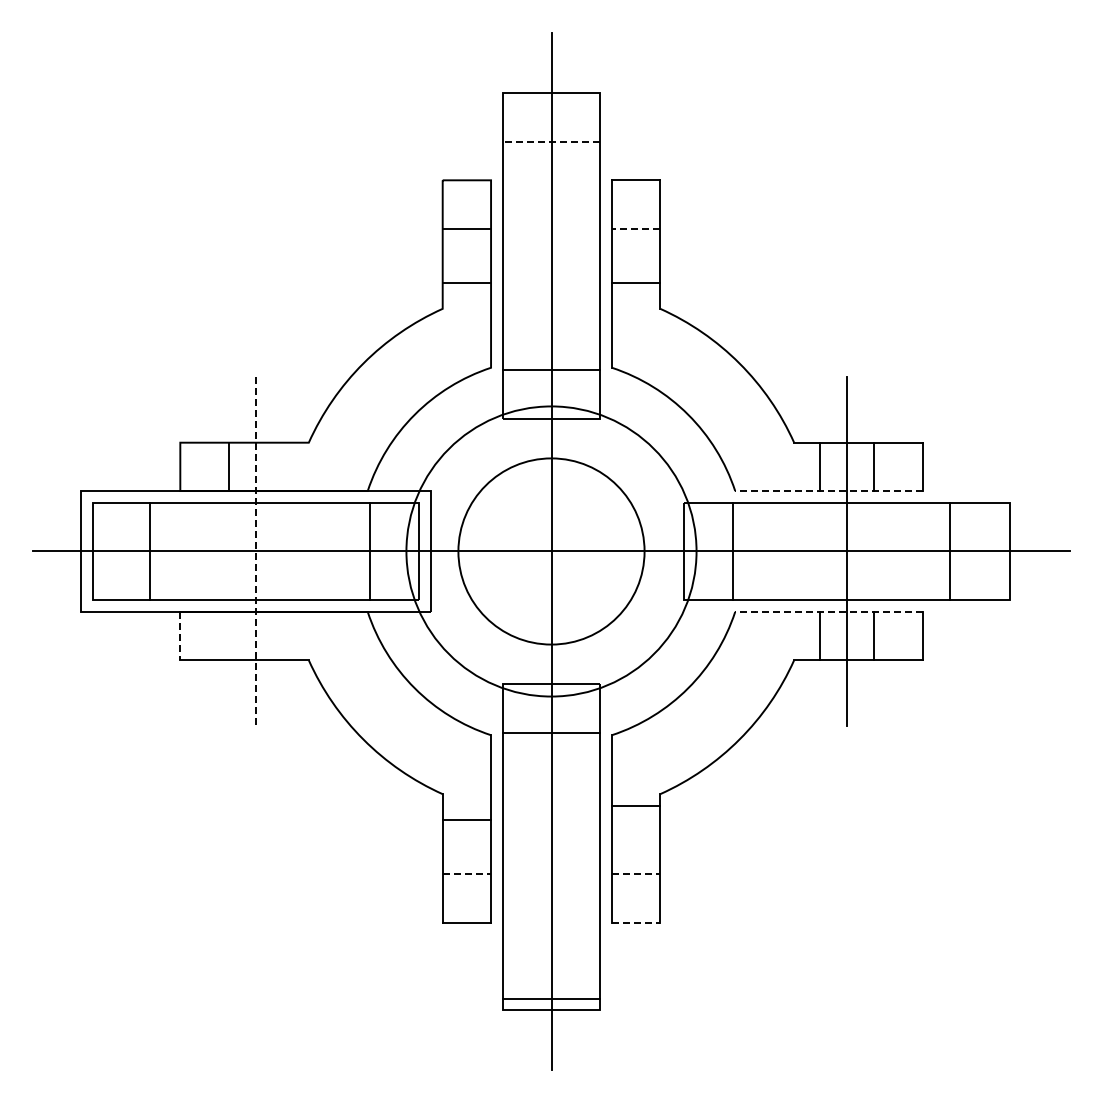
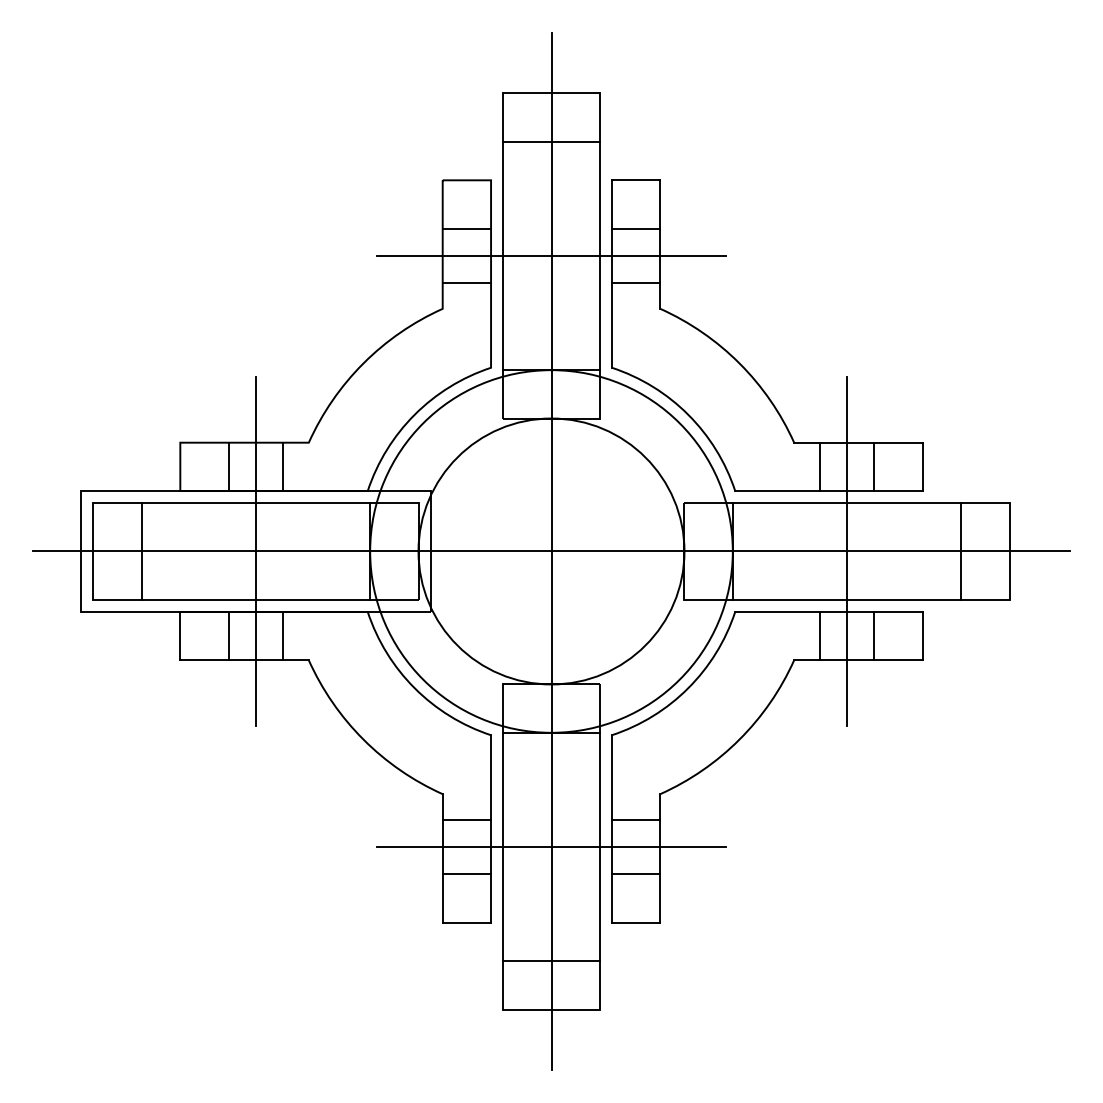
line at (551, 141): dashed -> solid
line at (635, 228): dashed -> solid
line at (551, 255): none -> present
line at (283, 466): none -> present
line at (828, 491): dashed -> solid
line at (149, 551) position: (149, 551) -> (141, 551)
line at (255, 551): dashed -> solid
circle at (551, 551) diameter: 186 px -> 266 px
circle at (551, 551) diameter: 290 px -> 363 px
line at (950, 551) position: (950, 551) -> (961, 551)
line at (828, 611): dashed -> solid
line at (228, 635): none -> present
line at (283, 635): none -> present
line at (180, 636): dashed -> solid
line at (635, 805) position: (635, 805) -> (635, 819)
line at (551, 847): none -> present
line at (467, 874): dashed -> solid
line at (636, 874): dashed -> solid
line at (636, 922): dashed -> solid
line at (551, 999) position: (551, 999) -> (551, 961)
